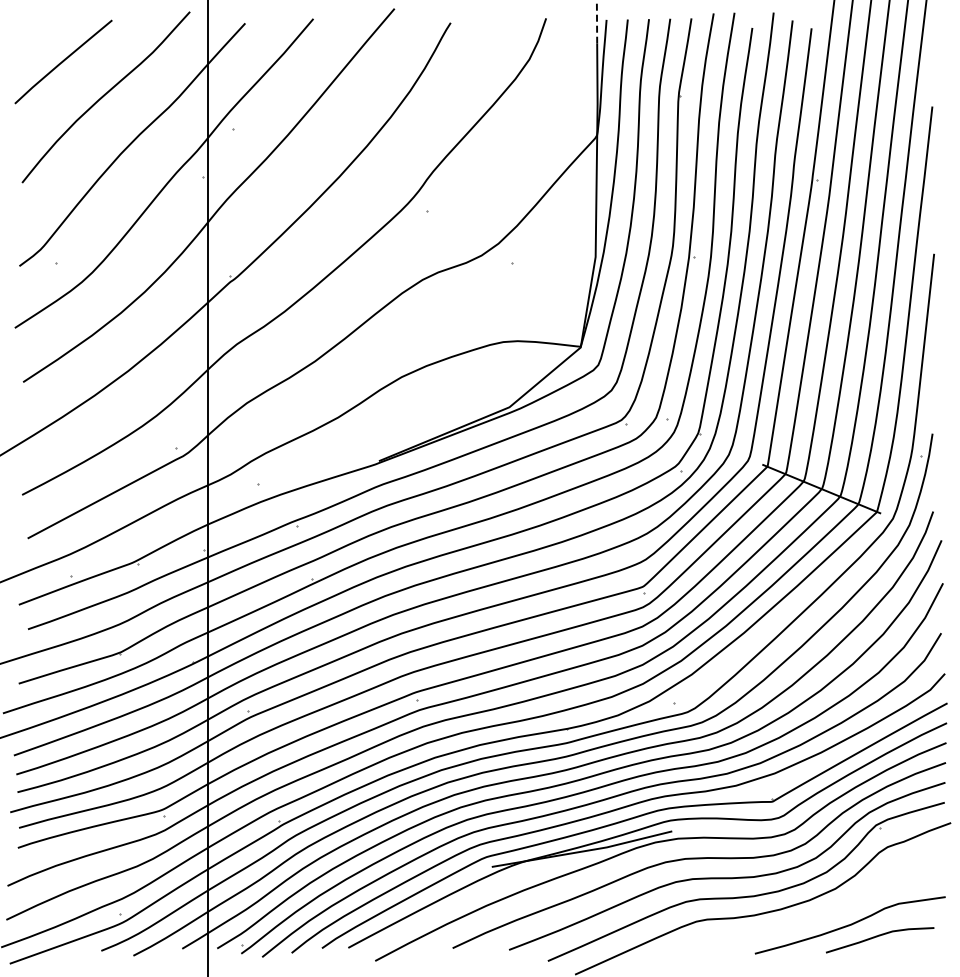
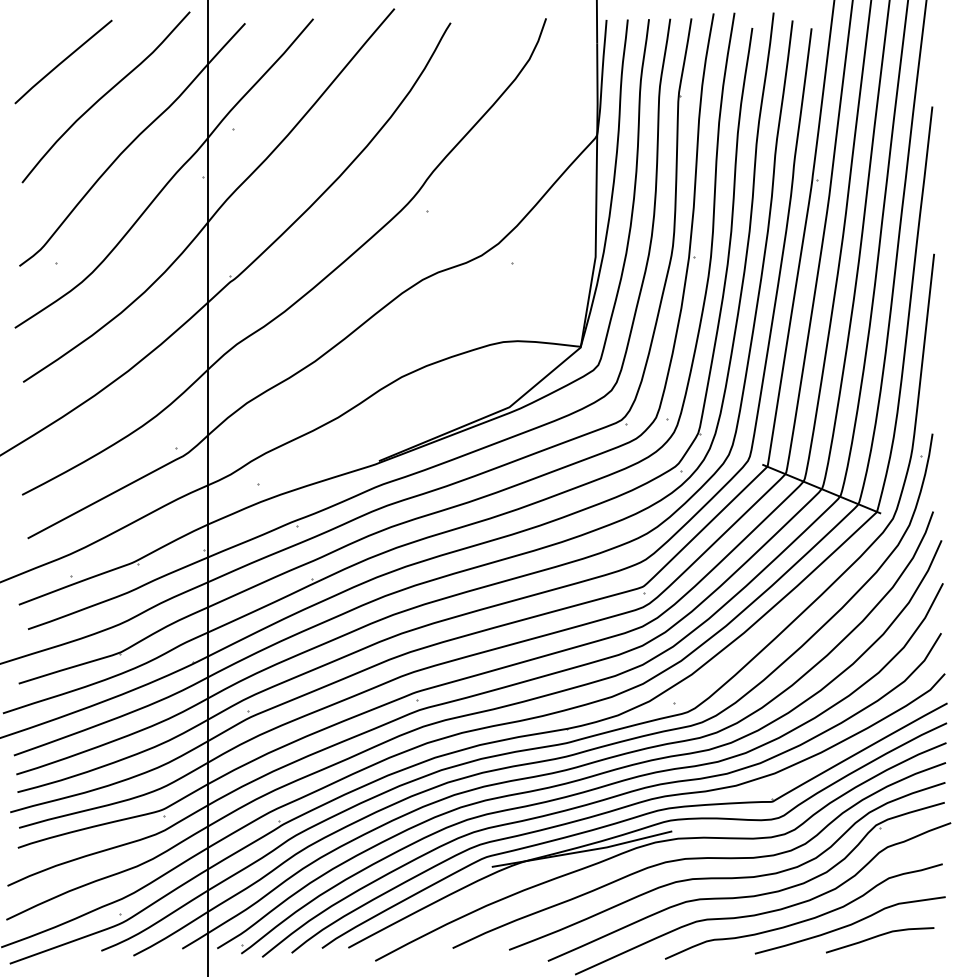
line at (597, 21): dashed -> solid
curve at (805, 919): none -> present
